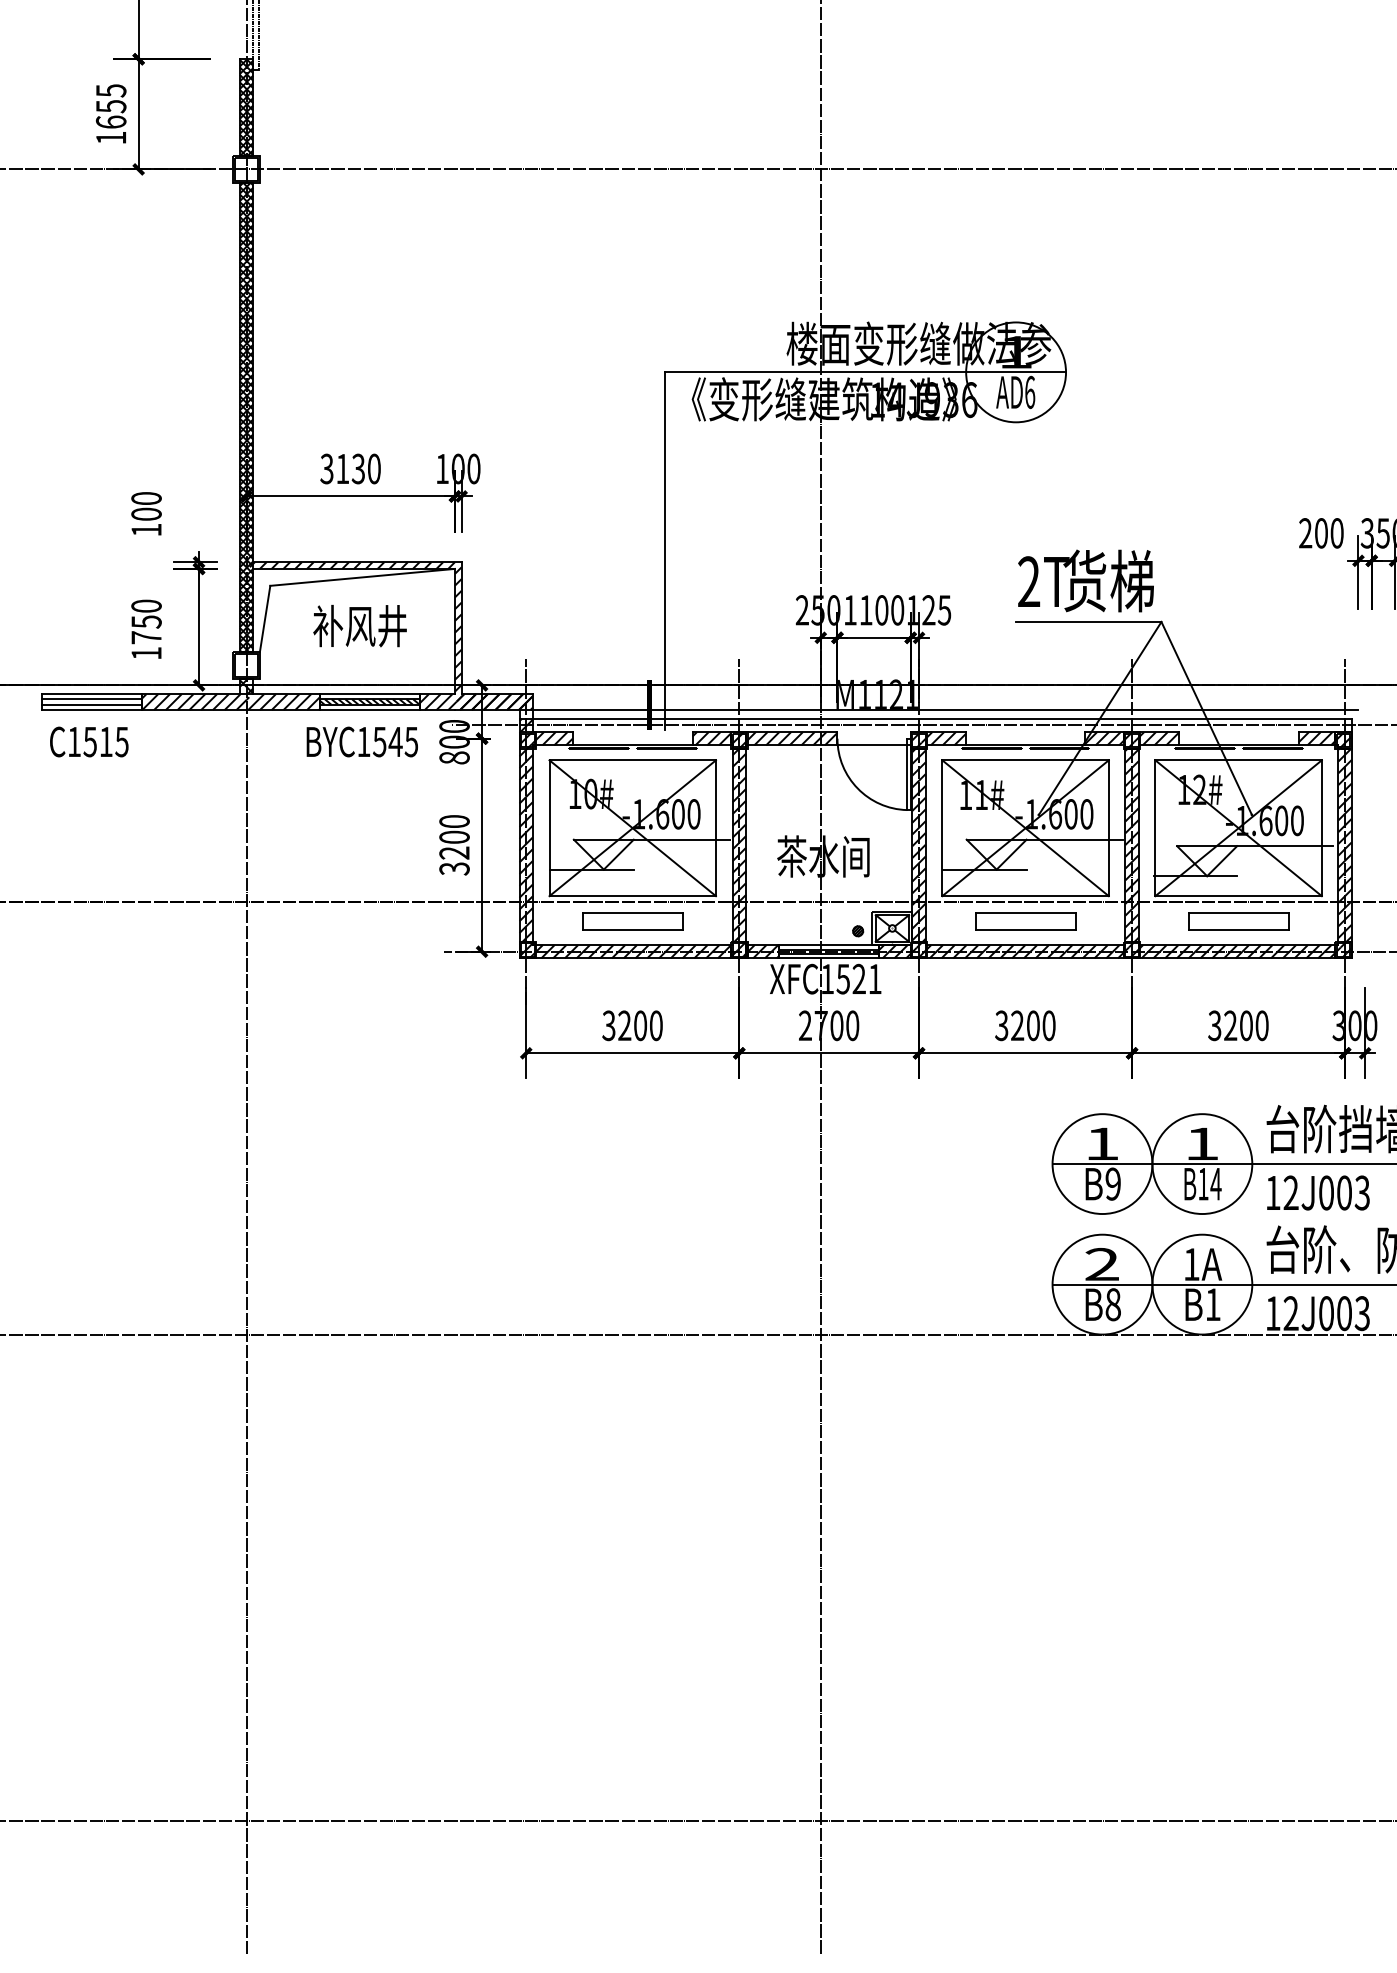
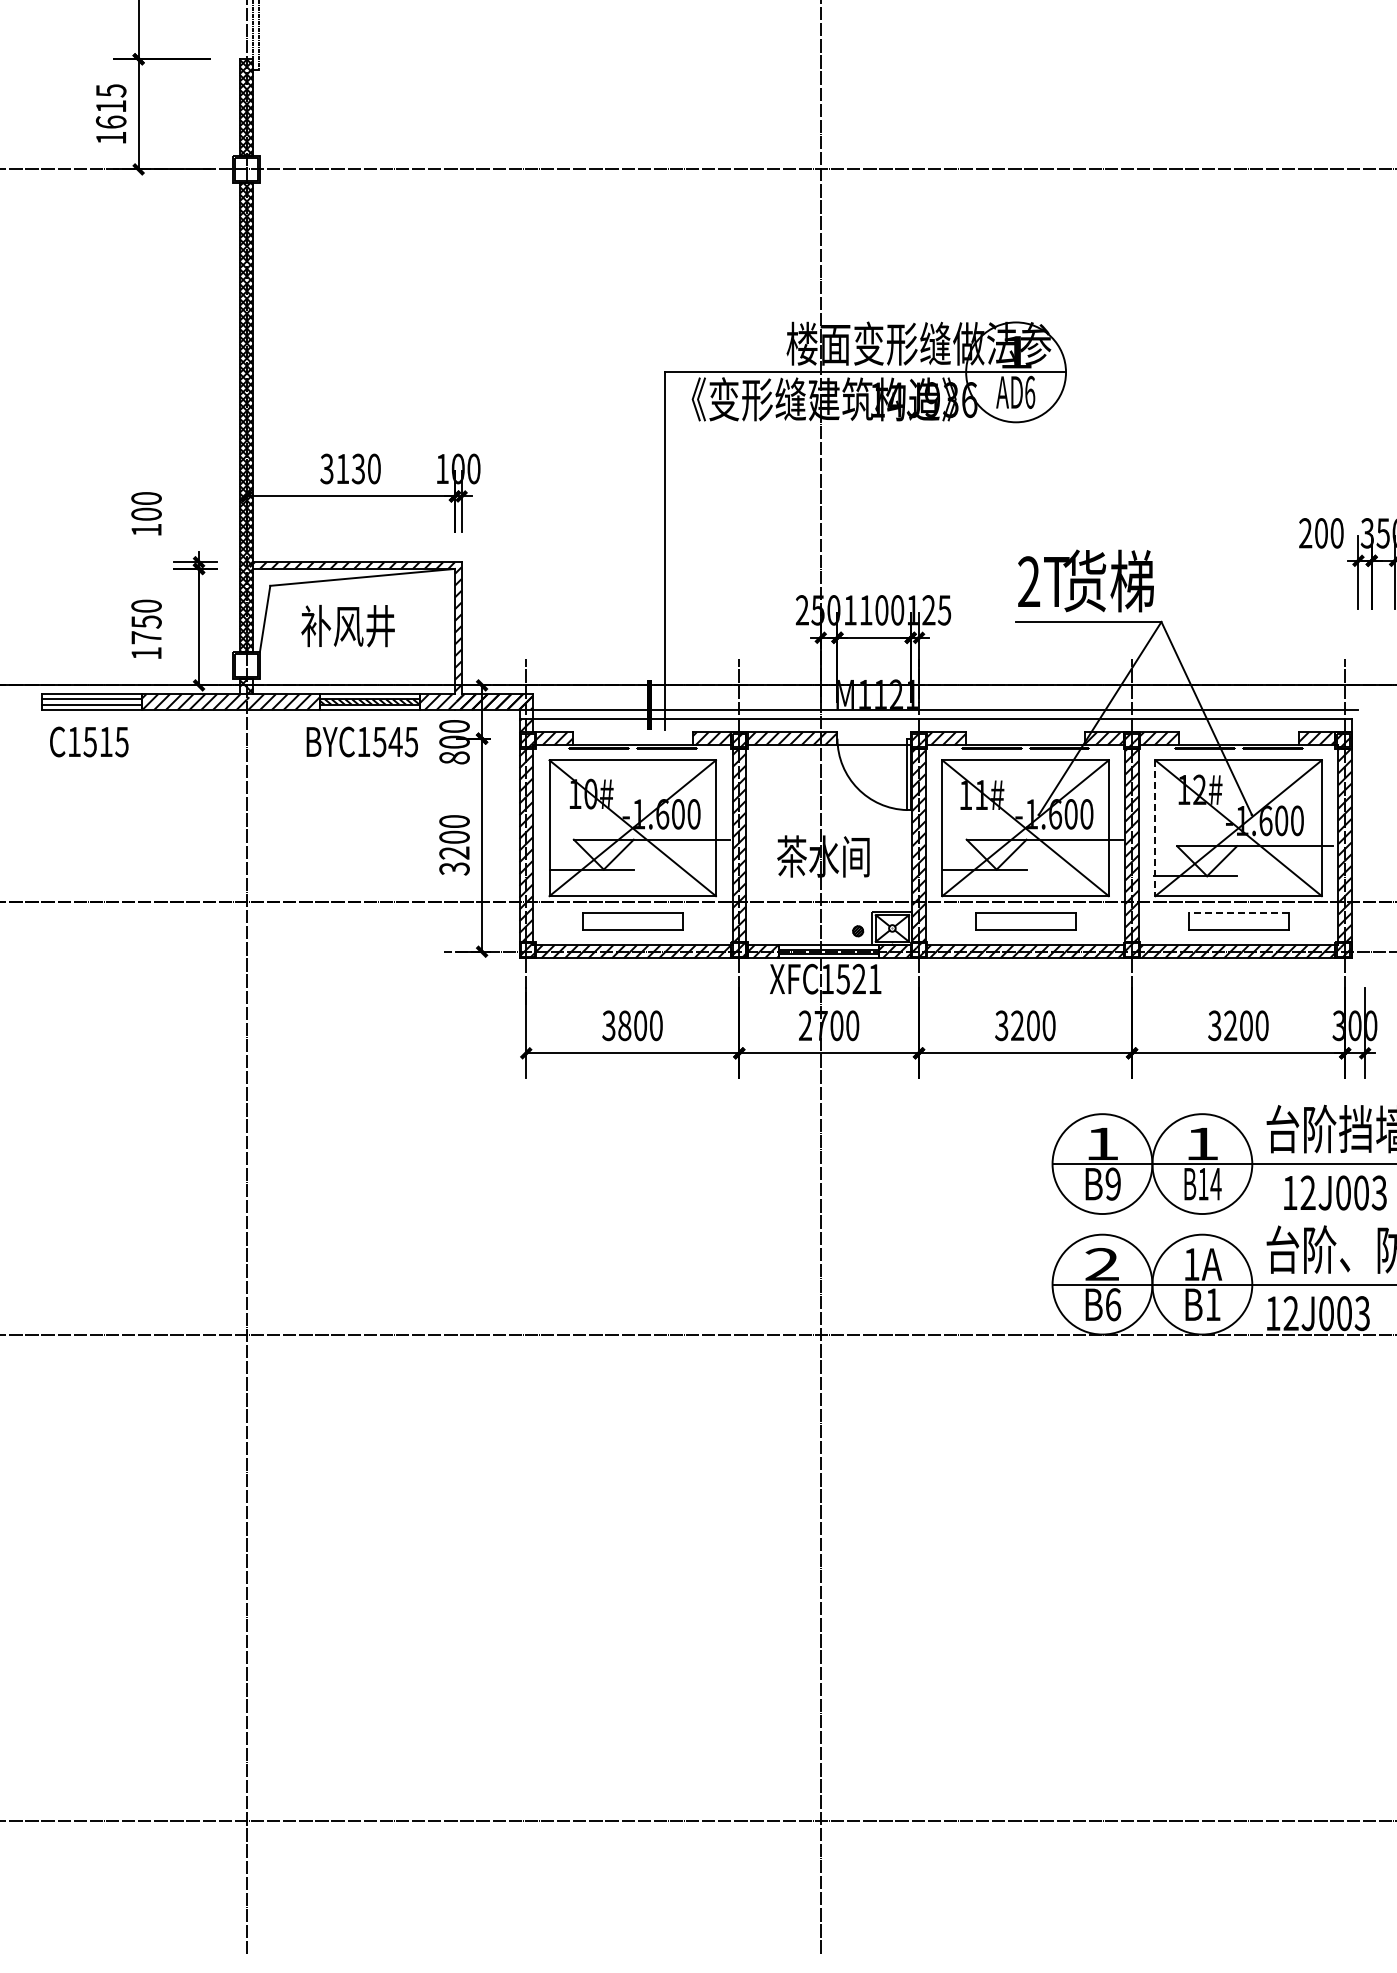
text at (111, 106): 1655 -> 1615
text at (359, 625) position: (359, 625) -> (347, 625)
line at (922, 725): present -> none
line at (1155, 828): solid -> dashed
line at (1238, 913): solid -> dashed
text at (624, 1025): 3200 -> 3800
text at (1318, 1192) position: (1318, 1192) -> (1335, 1192)
text at (1113, 1304): B8 -> B6
